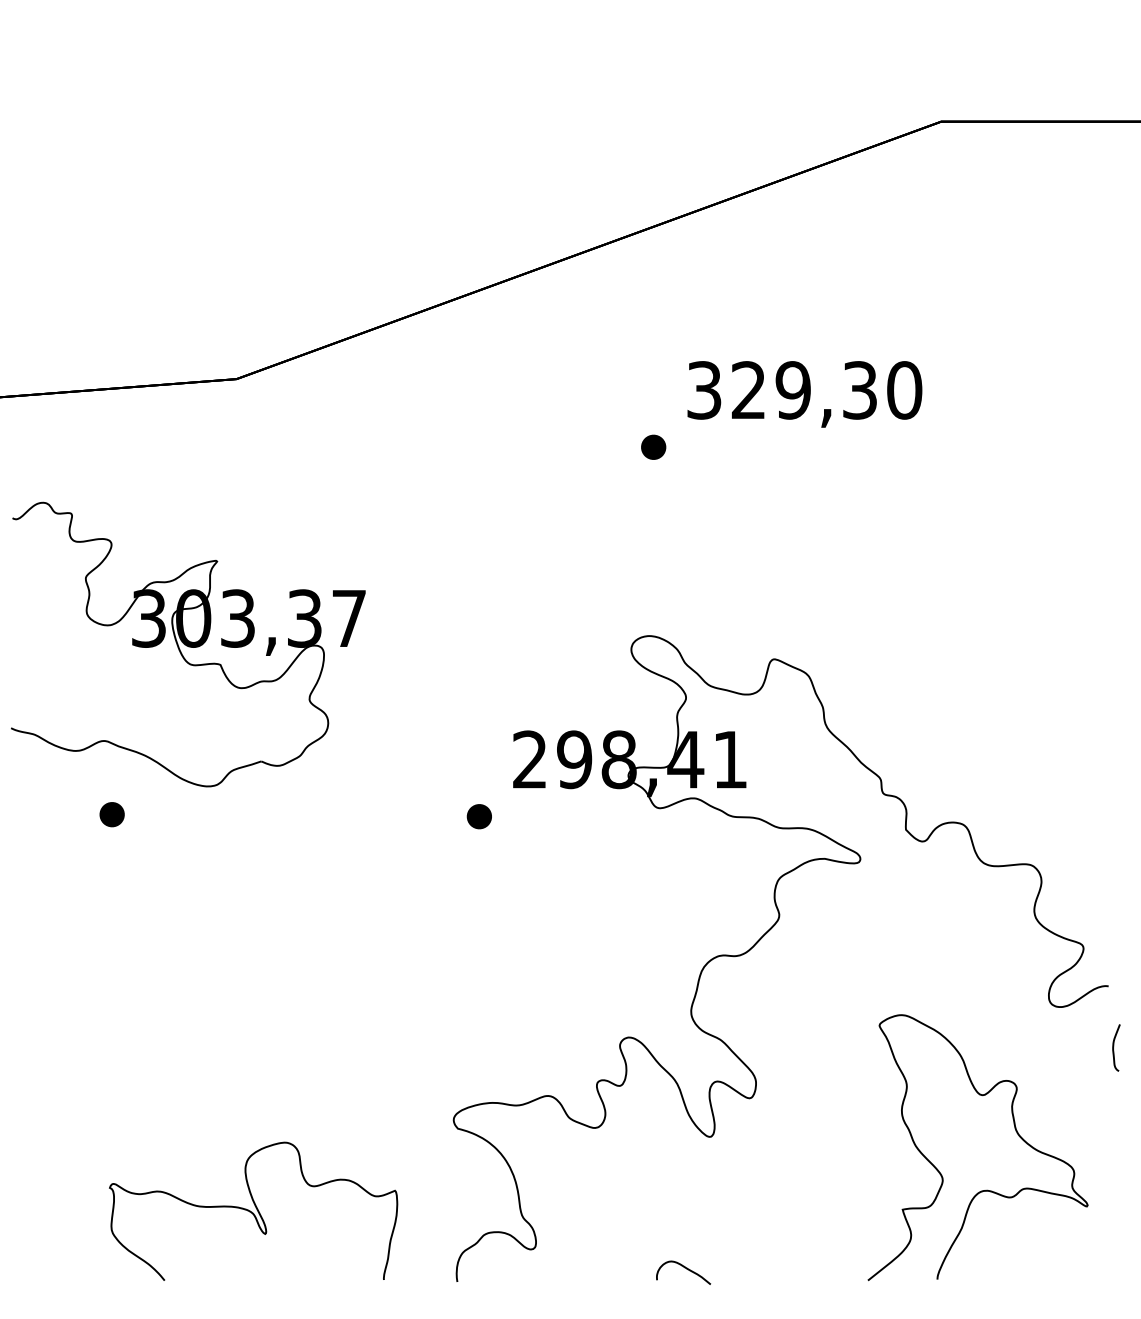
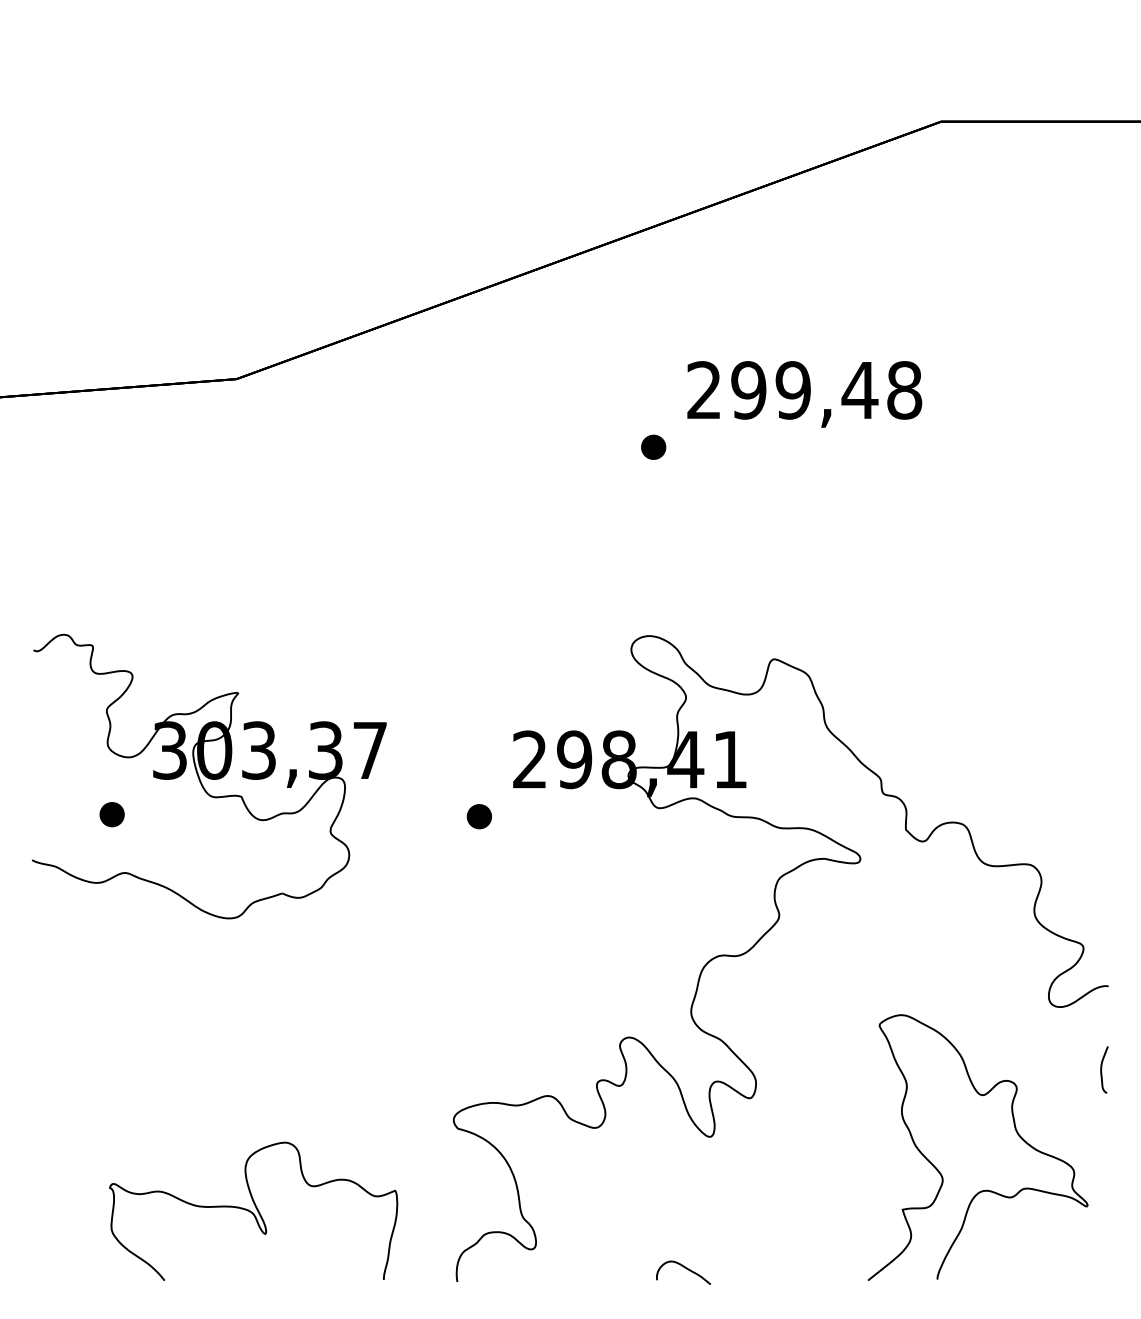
text at (804, 390): 329,30 -> 299,48
part at (188, 644) position: (188, 644) -> (209, 776)
curve at (1114, 1046) position: (1114, 1046) -> (1102, 1068)
